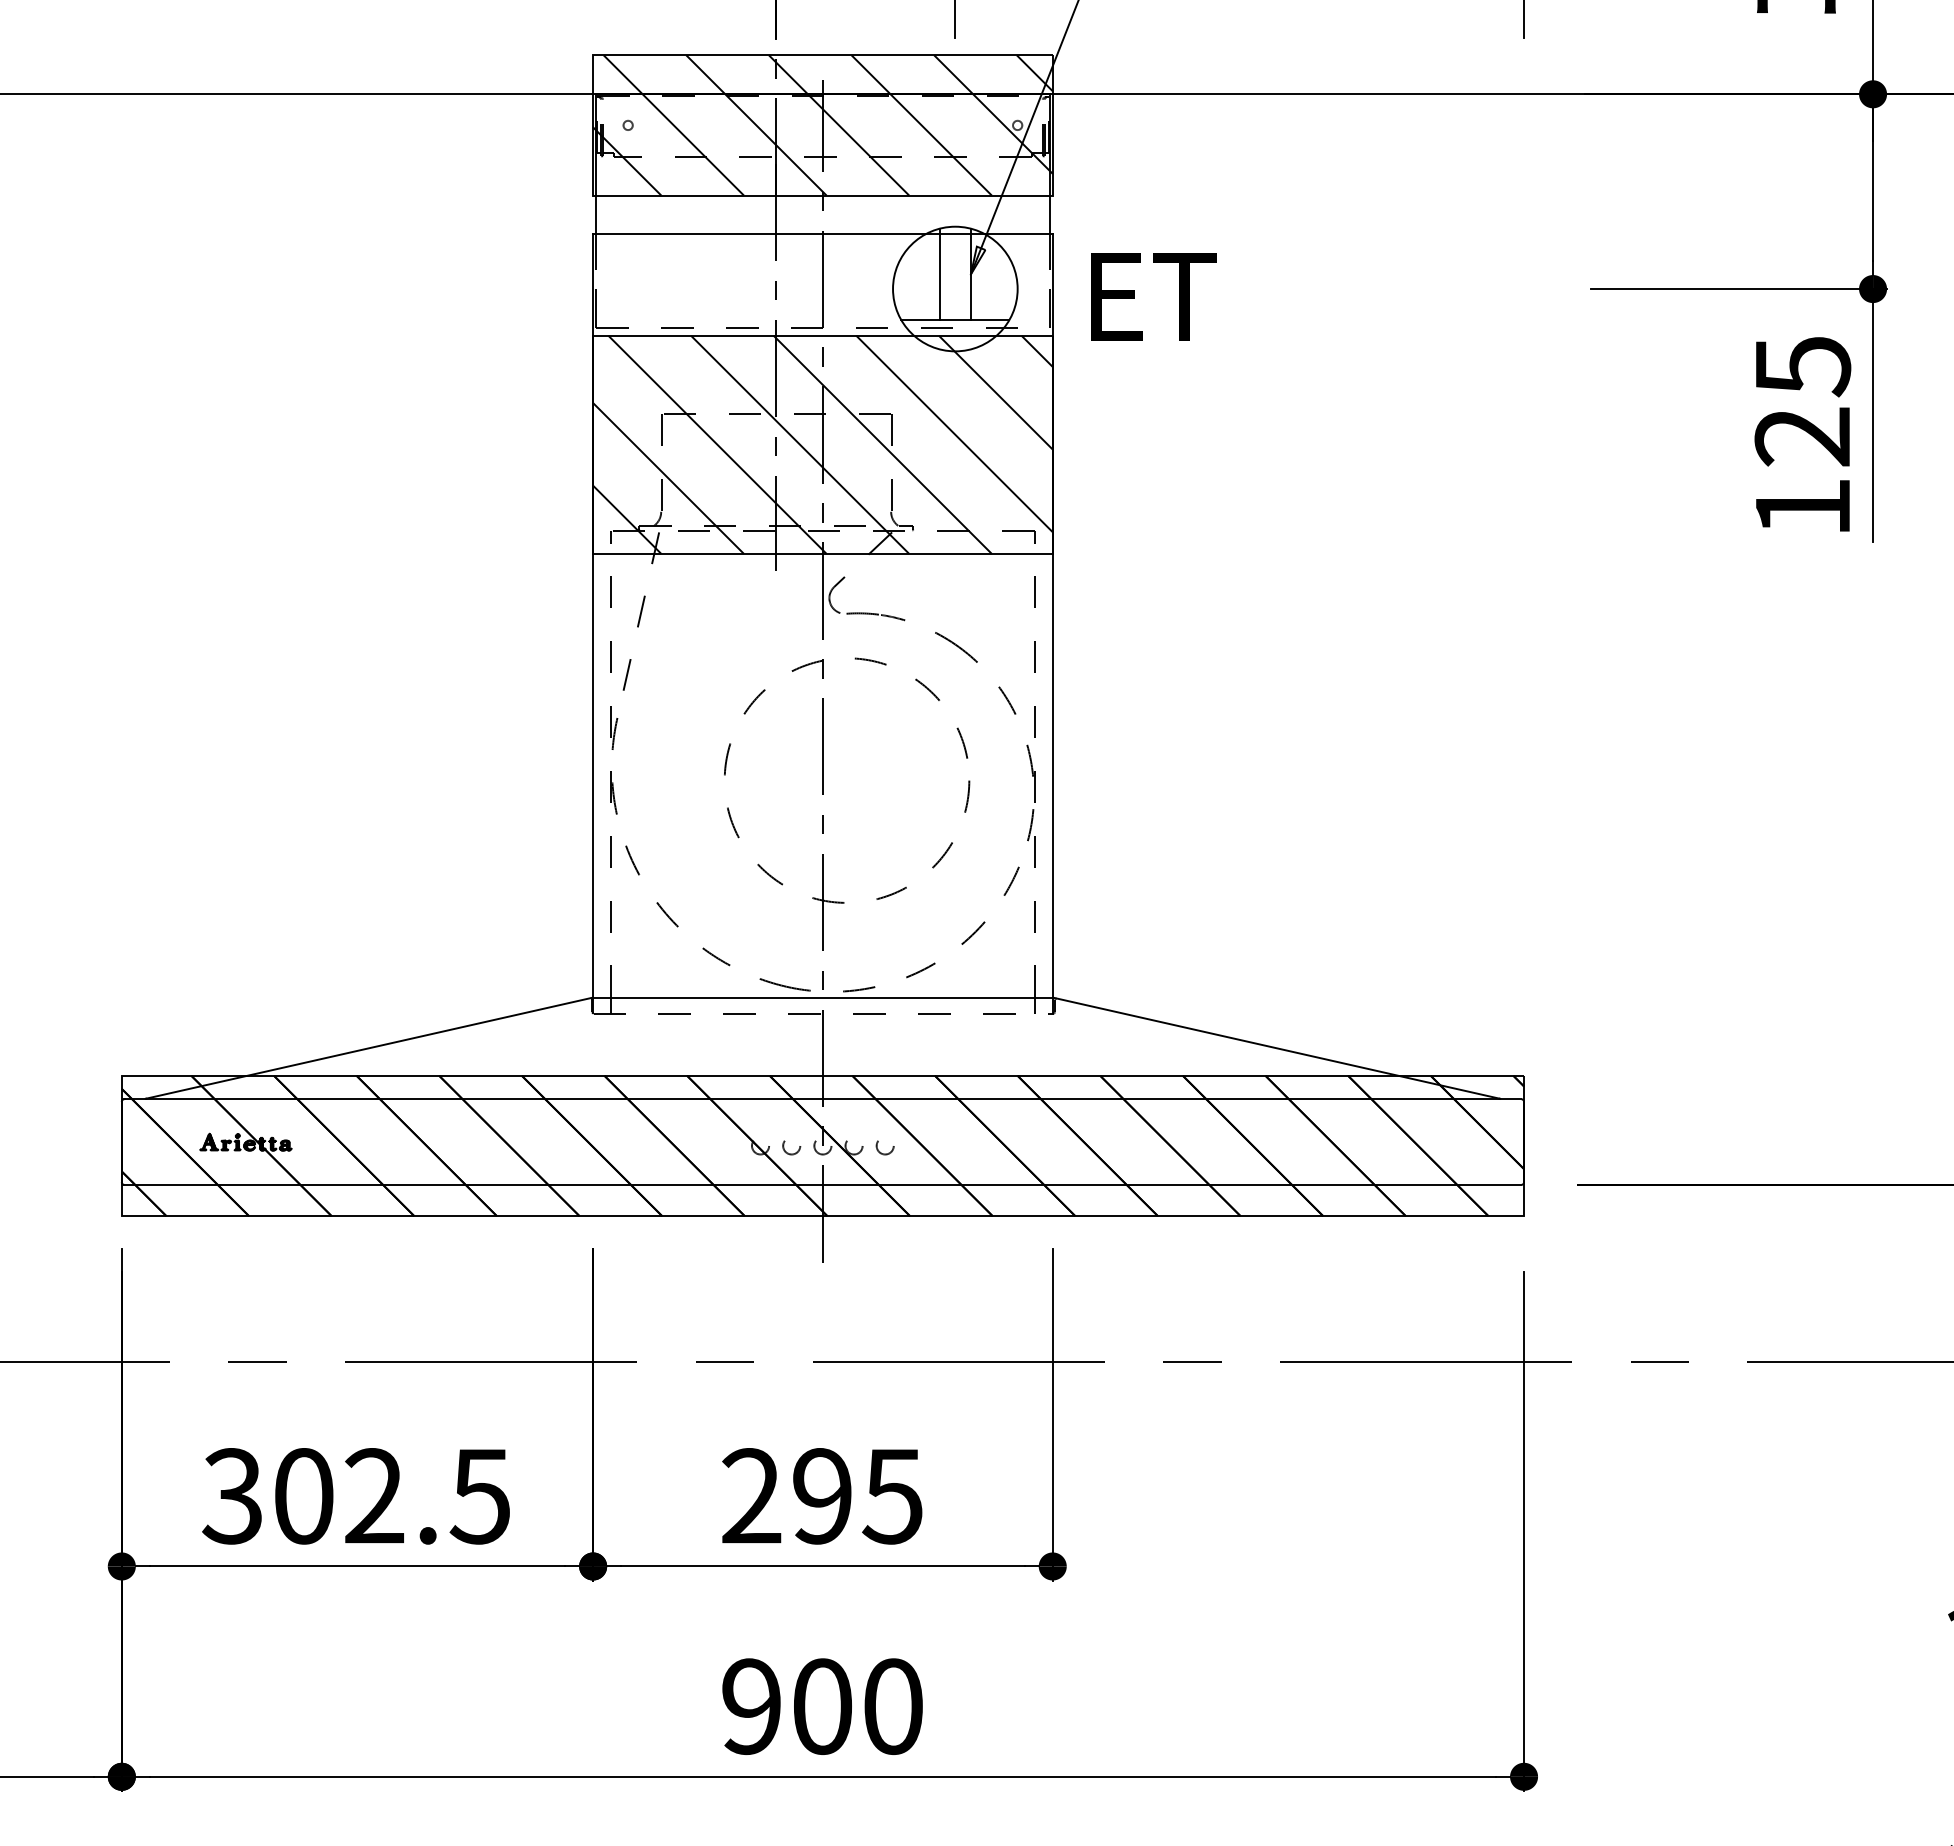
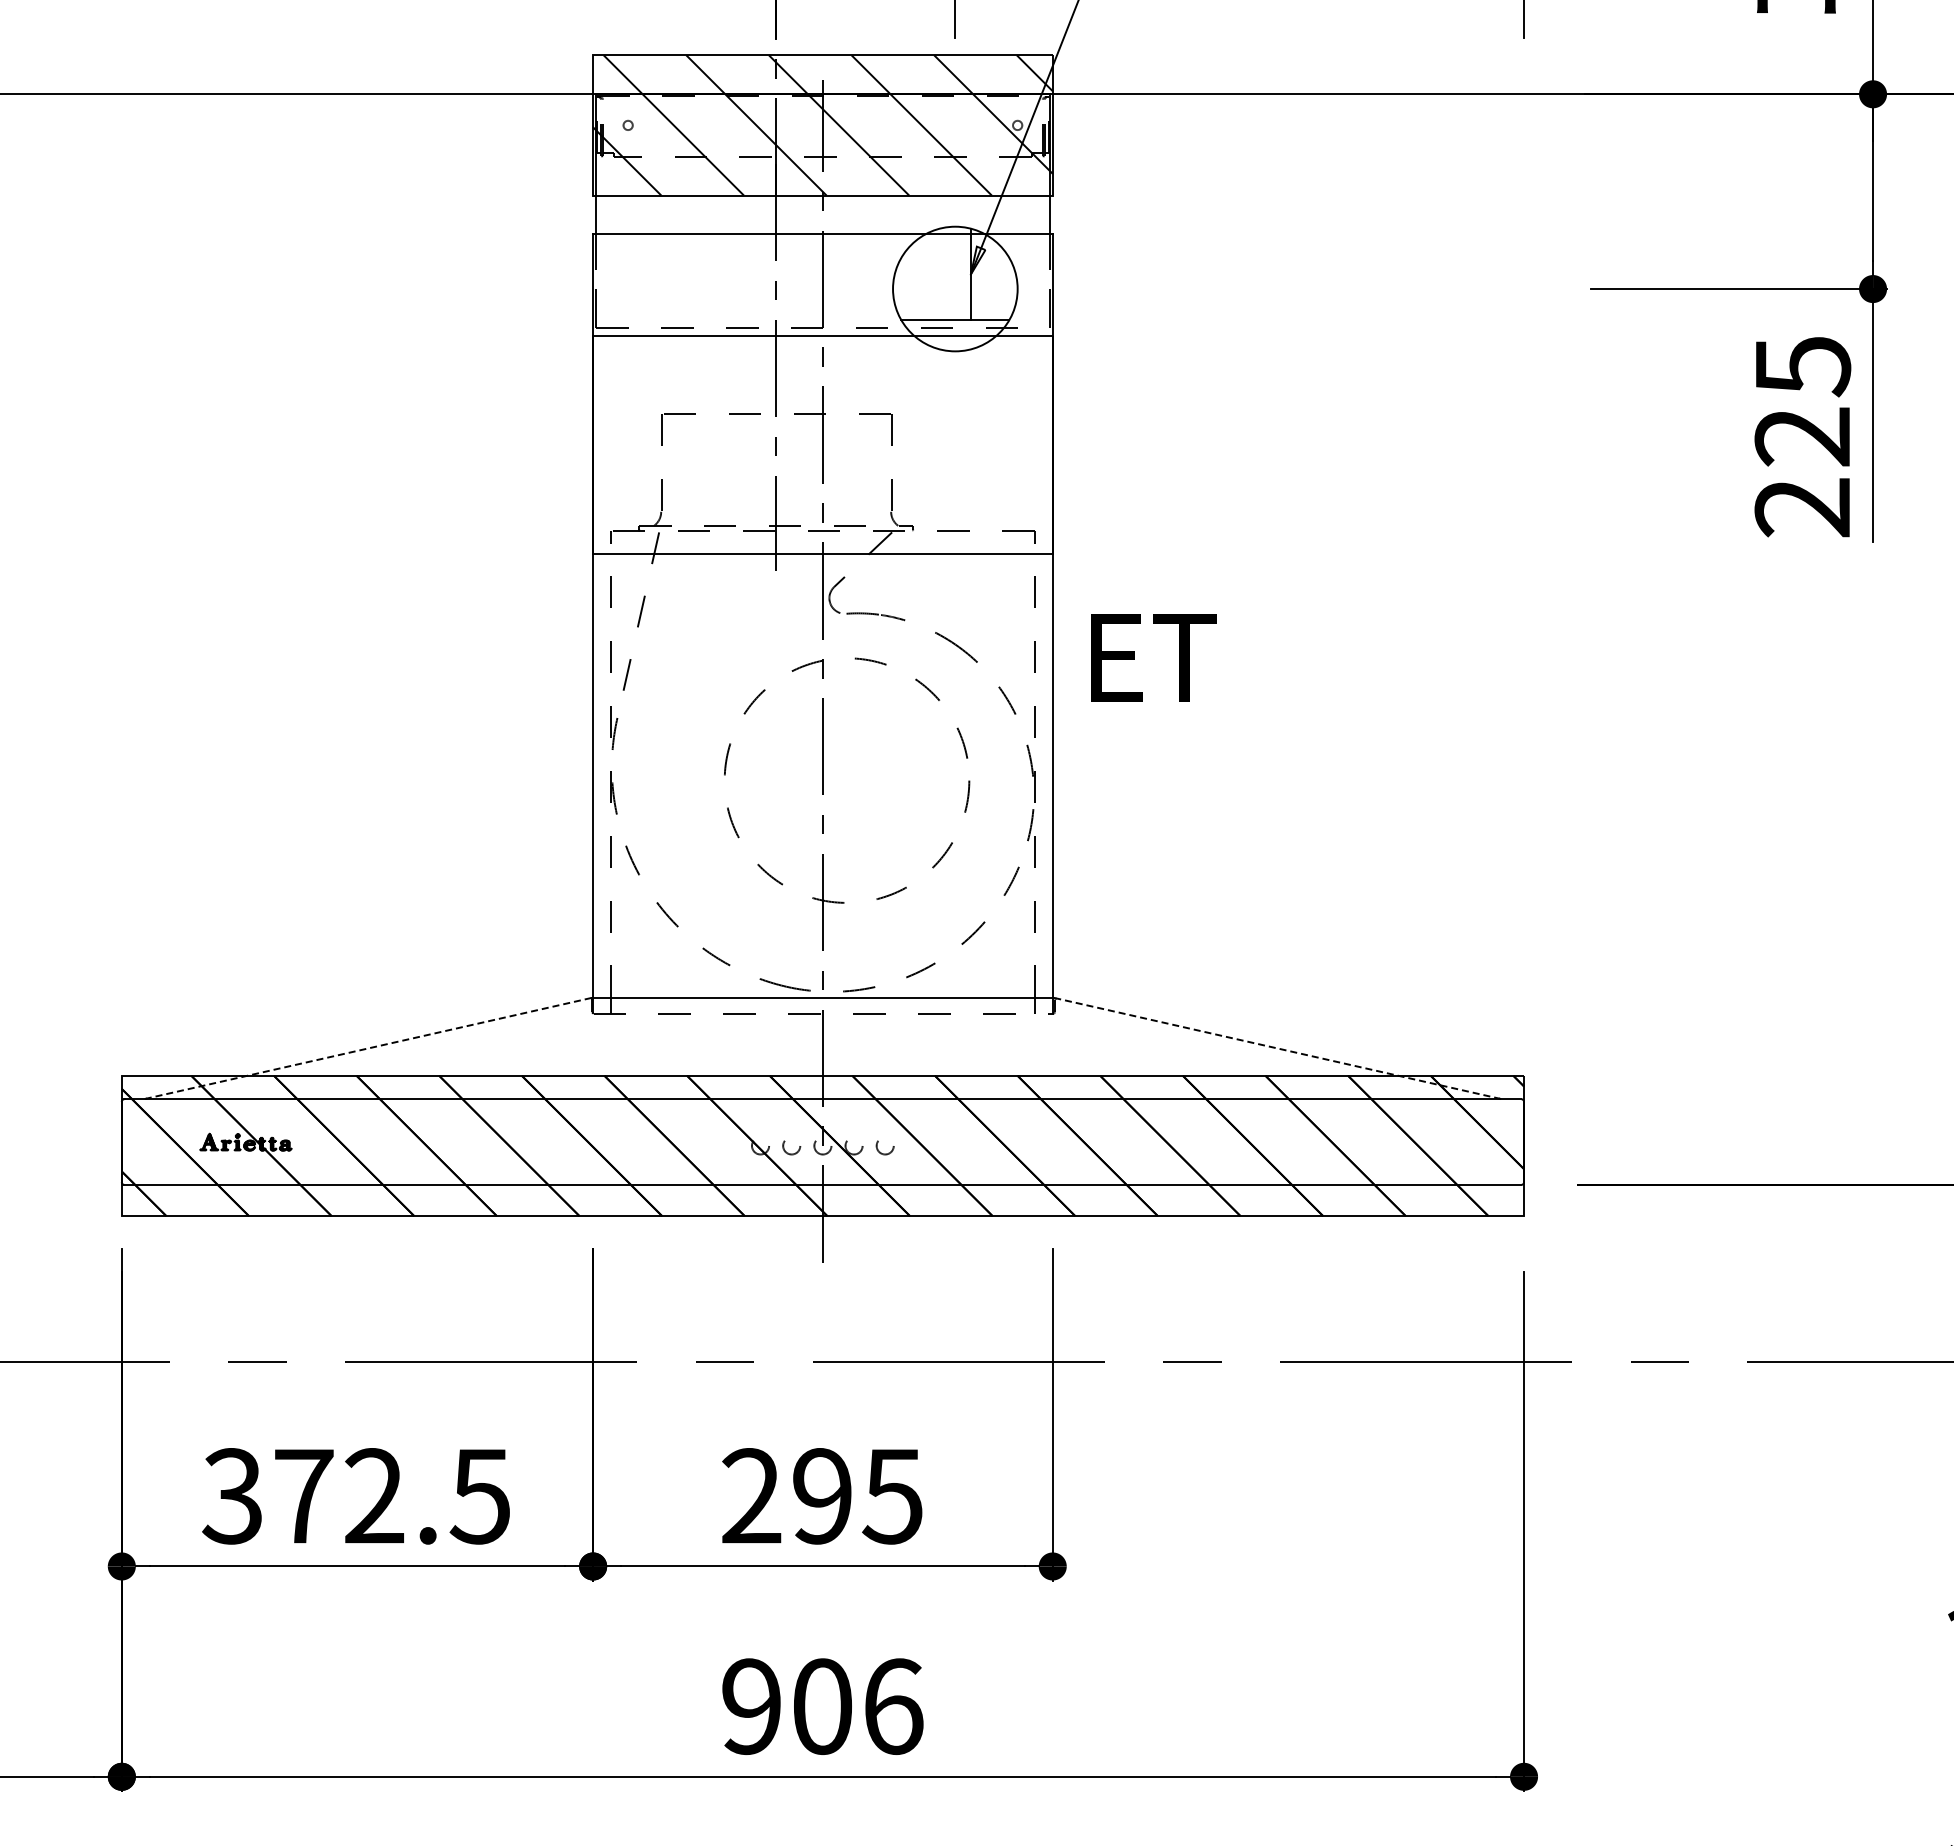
line at (939, 274): present -> none
text at (1153, 296) position: (1153, 296) -> (1153, 657)
hatch at (822, 444): present -> none
text at (1801, 507): 125 -> 225
line at (368, 1048): solid -> dashed
line at (1277, 1048): solid -> dashed
text at (304, 1496): 302.5 -> 372.5
text at (893, 1706): 900 -> 906
